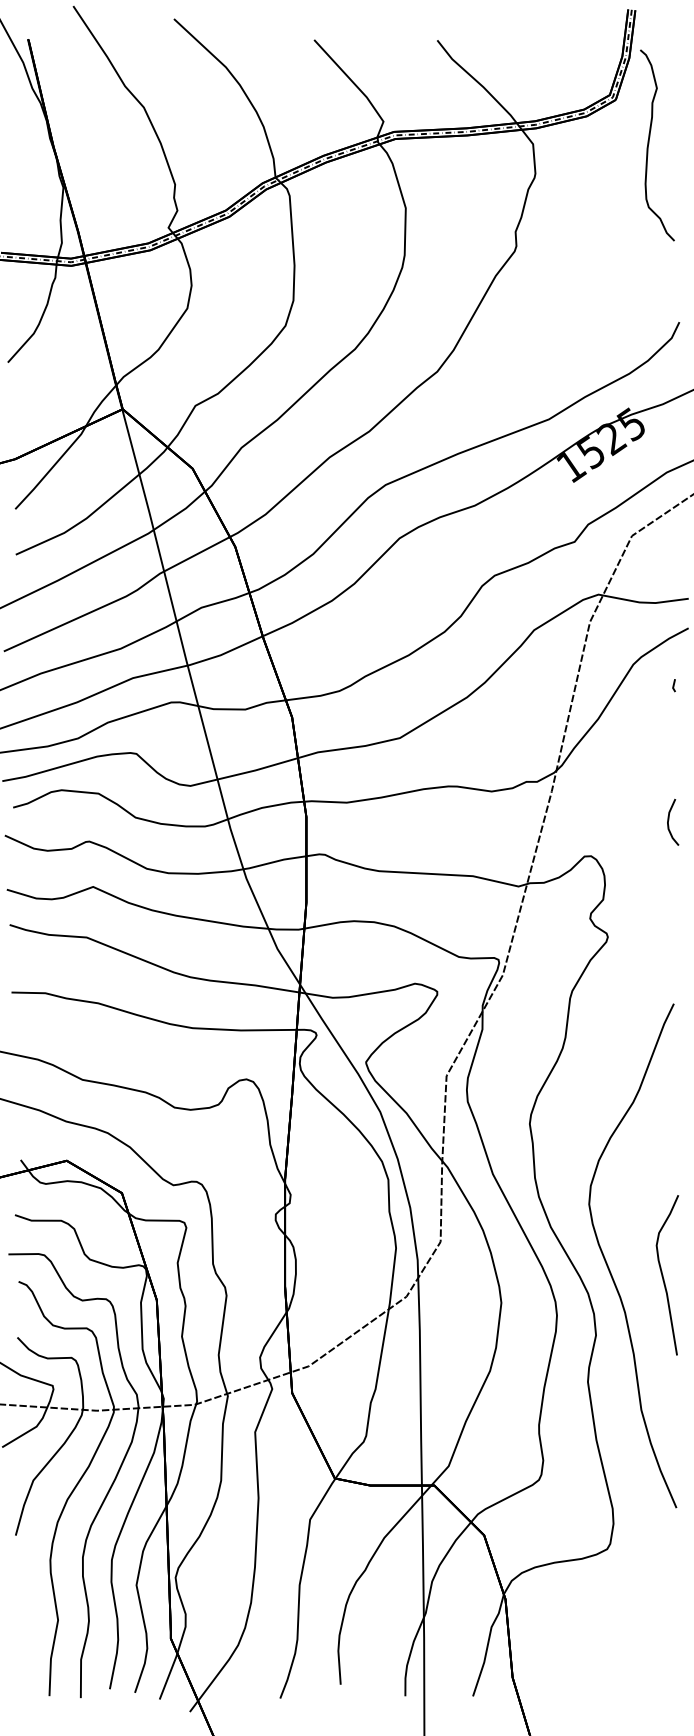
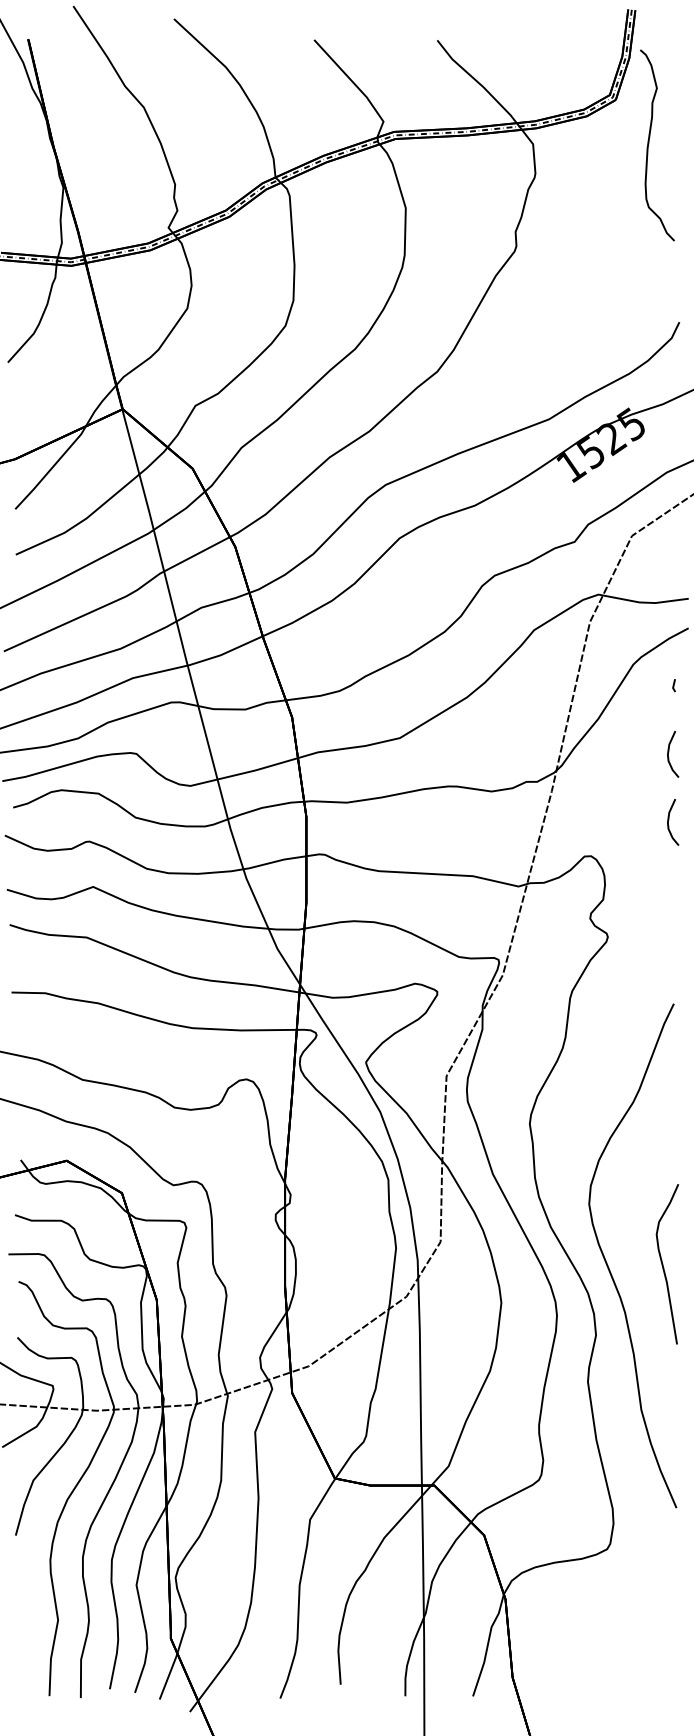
curve at (669, 752): none -> present
curve at (663, 1275) position: (663, 1275) -> (663, 1264)
